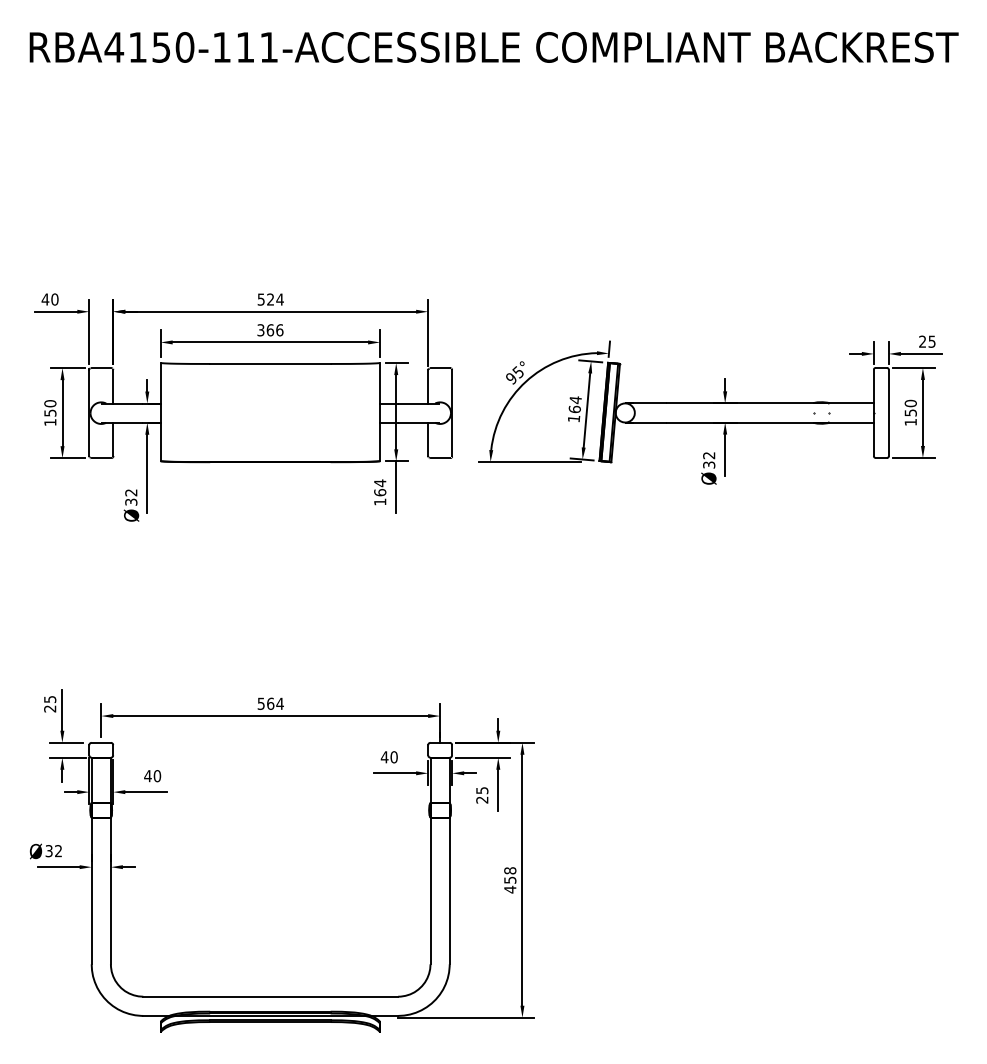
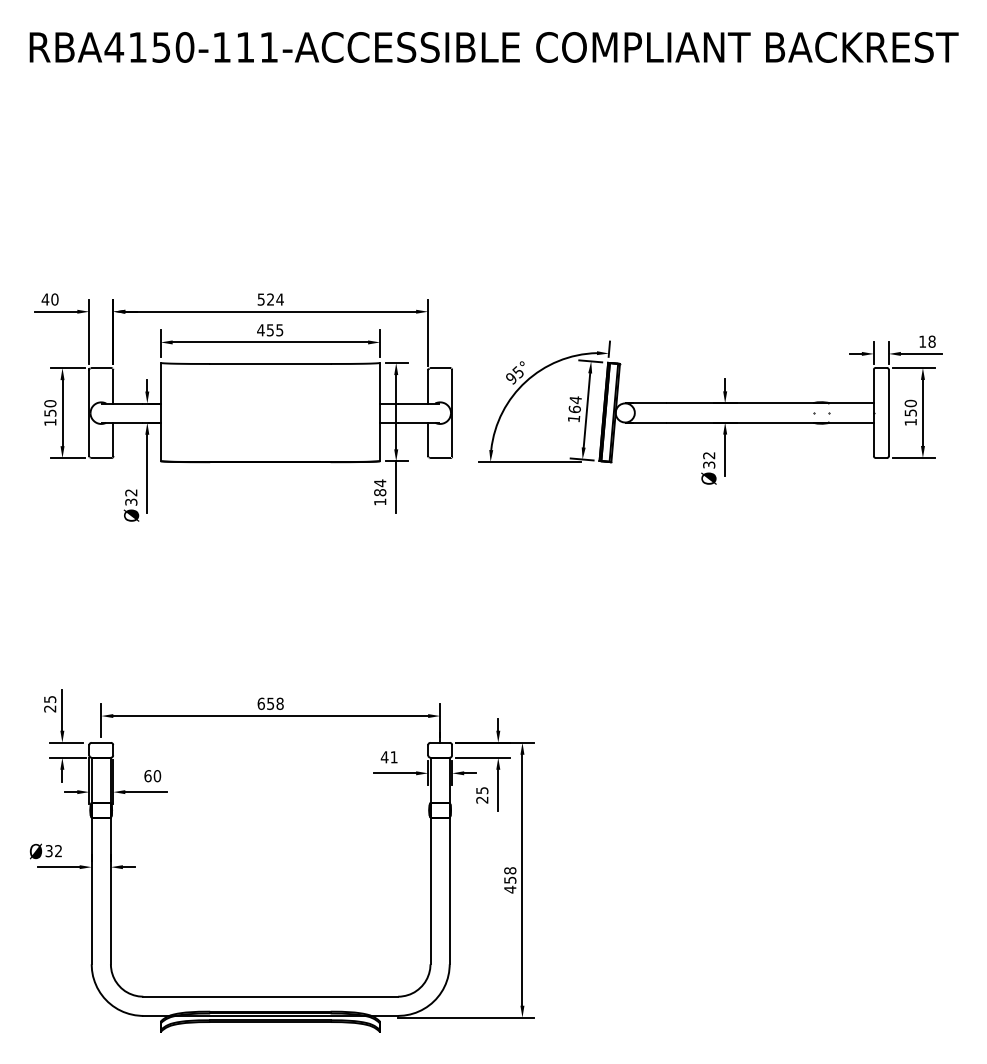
text at (270, 330): 366 -> 455
text at (927, 341): 25 -> 18
text at (380, 492): 164 -> 184
text at (270, 703): 564 -> 658
text at (393, 757): 40 -> 41
text at (147, 776): 40 -> 60
